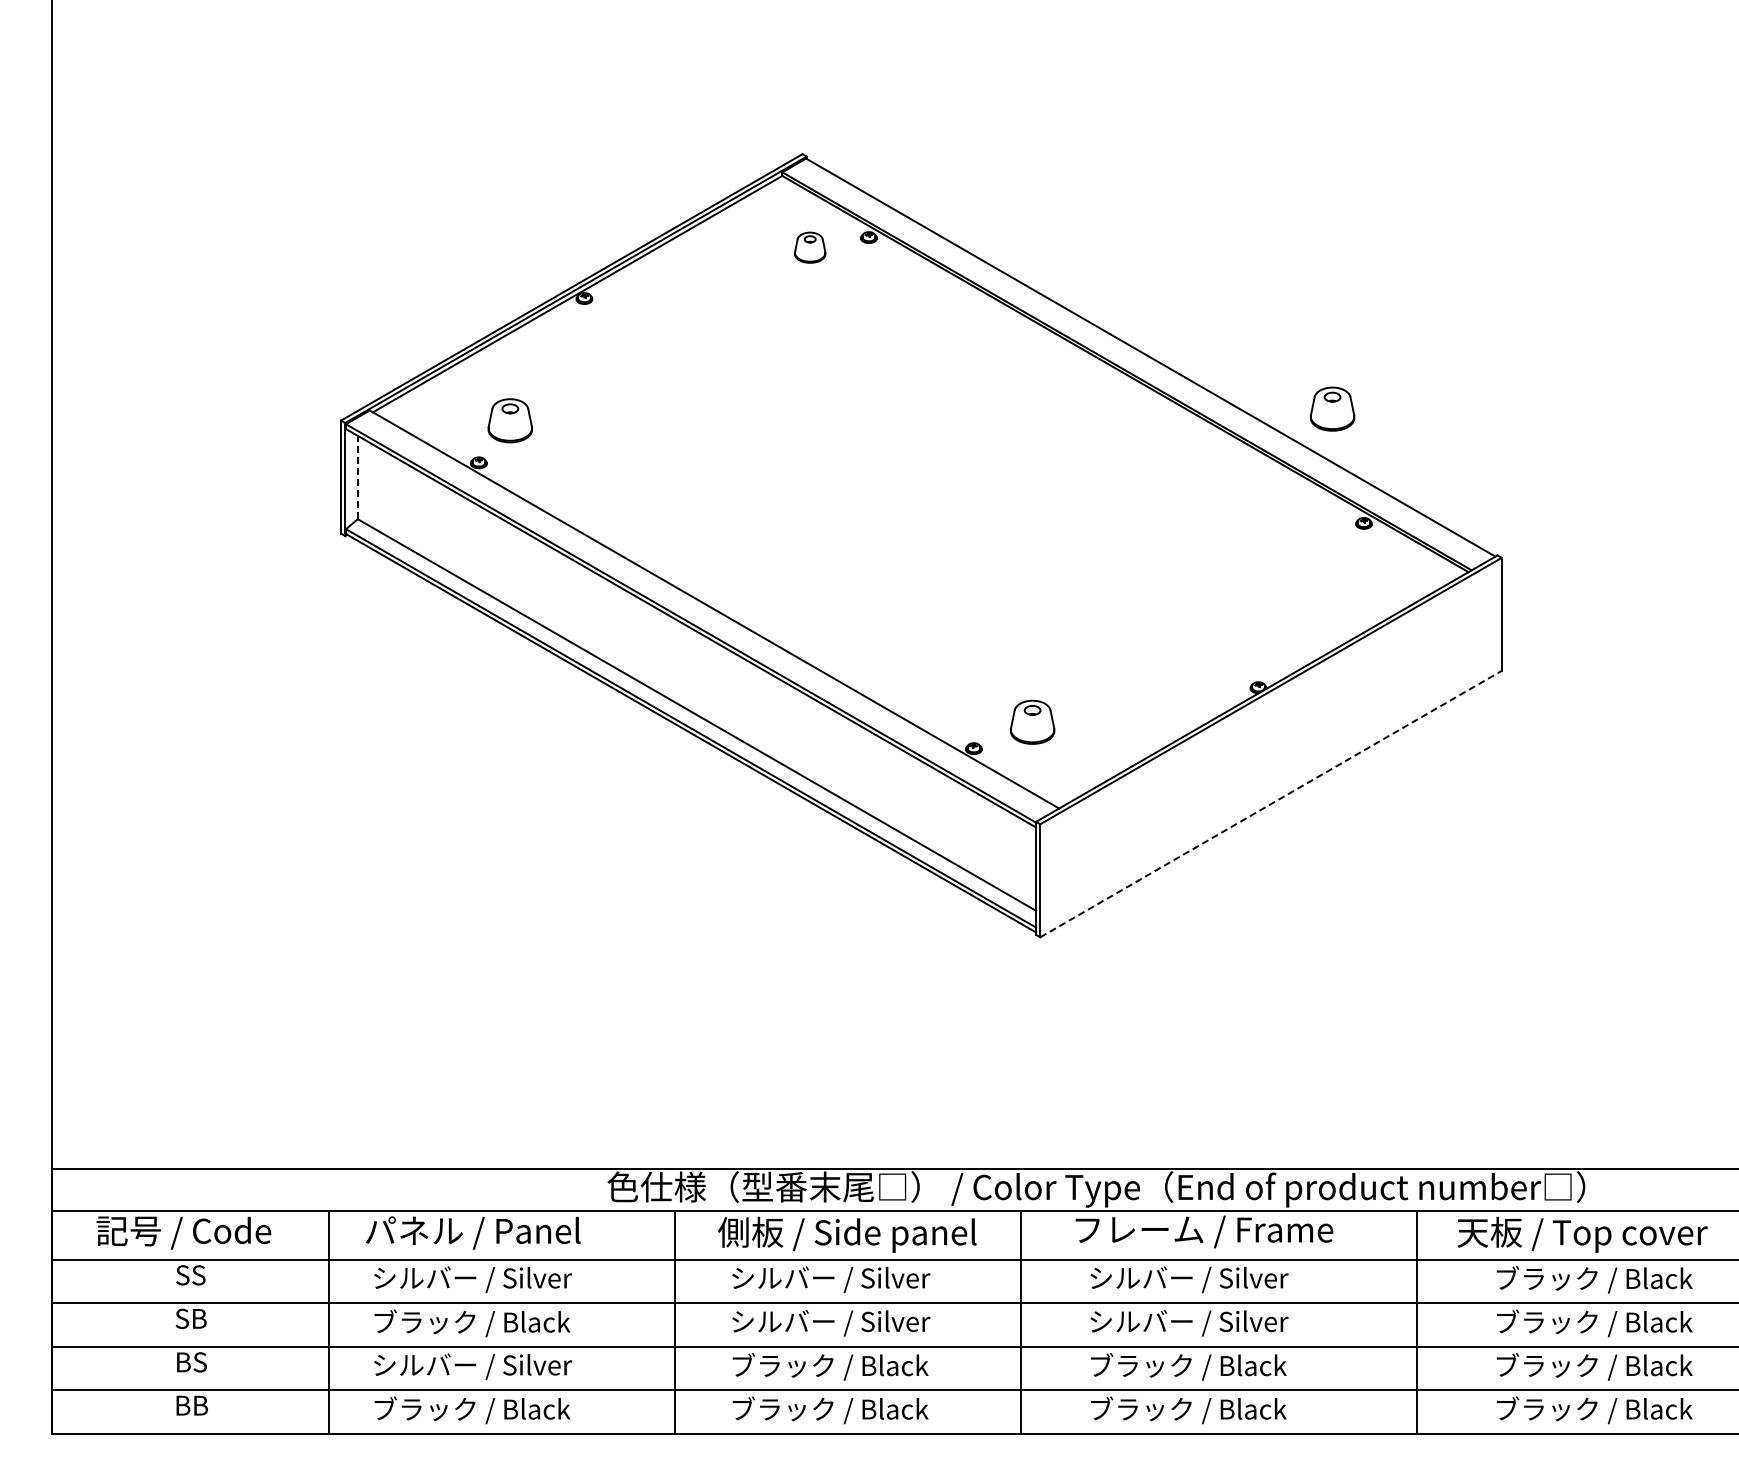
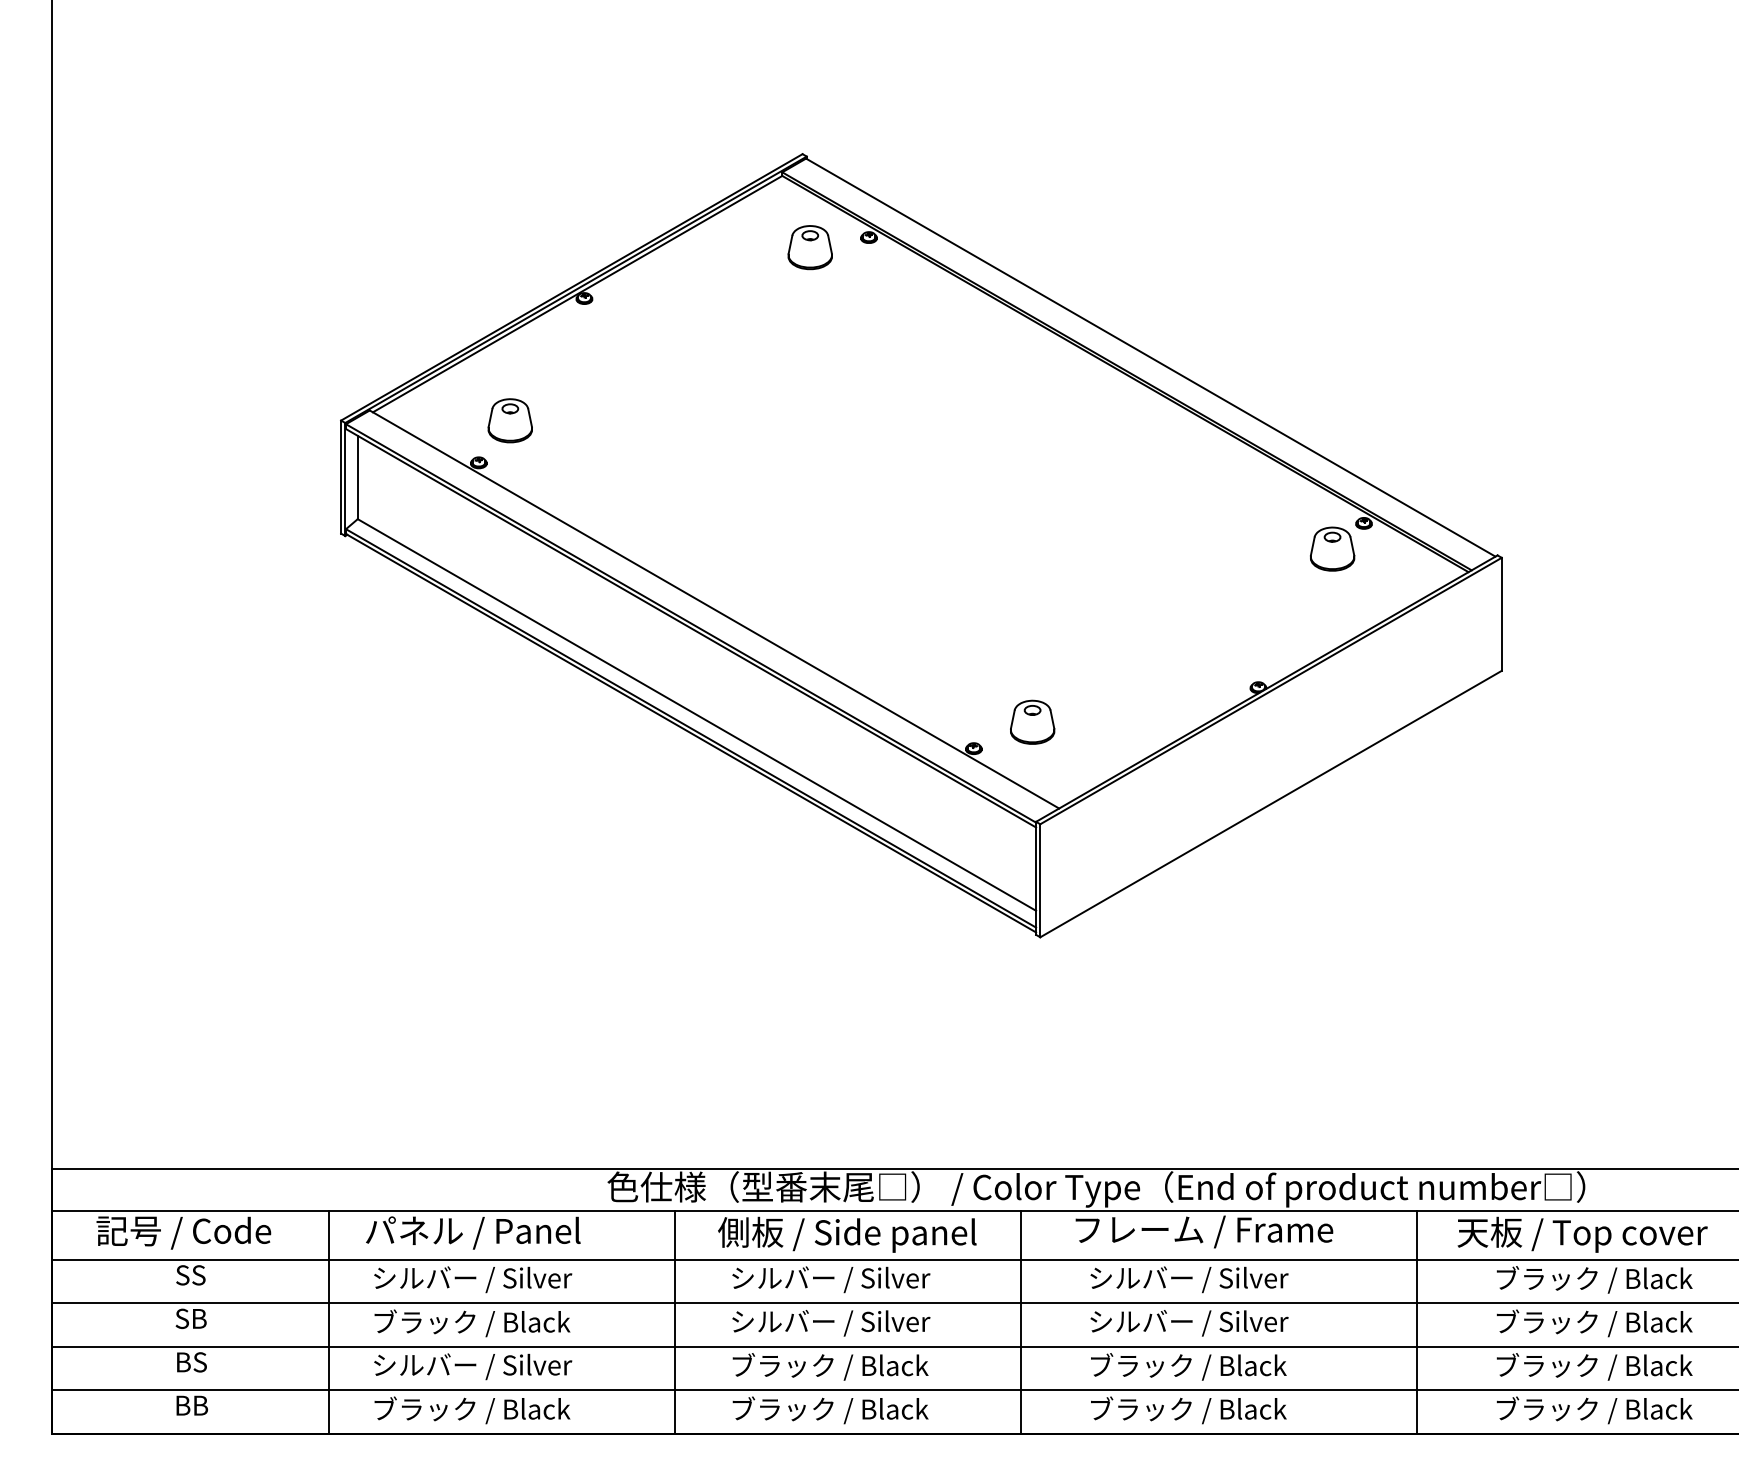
part at (810, 247) size: 33x33 px -> 46x46 px
part at (1332, 408) position: (1332, 408) -> (1332, 548)
line at (357, 477): dashed -> solid
line at (1271, 803): dashed -> solid
